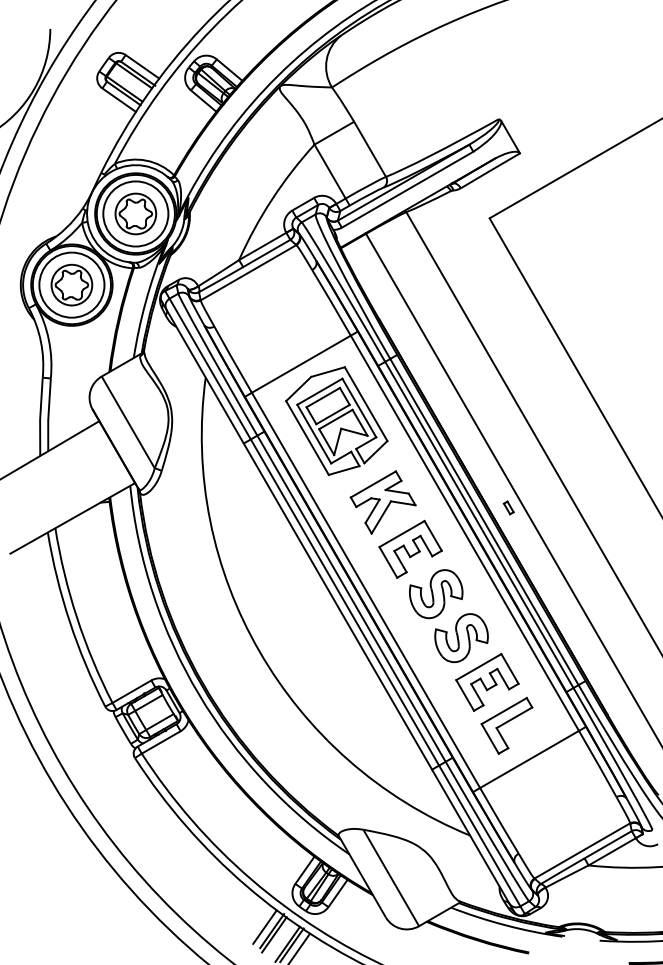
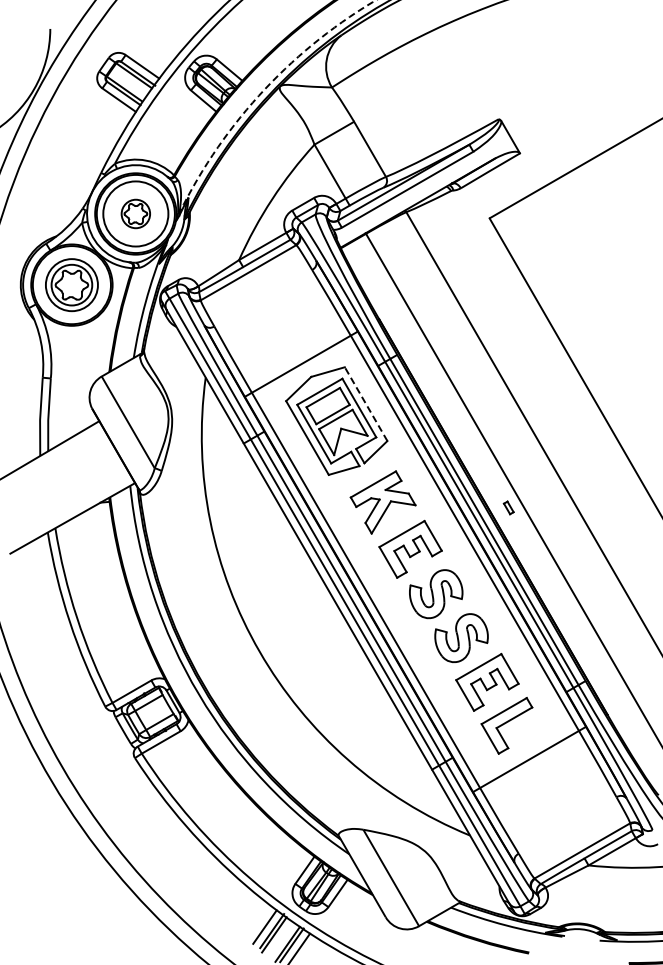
arc at (262, 91): solid -> dashed
part at (135, 213) size: 44x44 px -> 31x32 px
circle at (71, 284) diameter: 65 px -> 52 px
line at (366, 404): solid -> dashed
